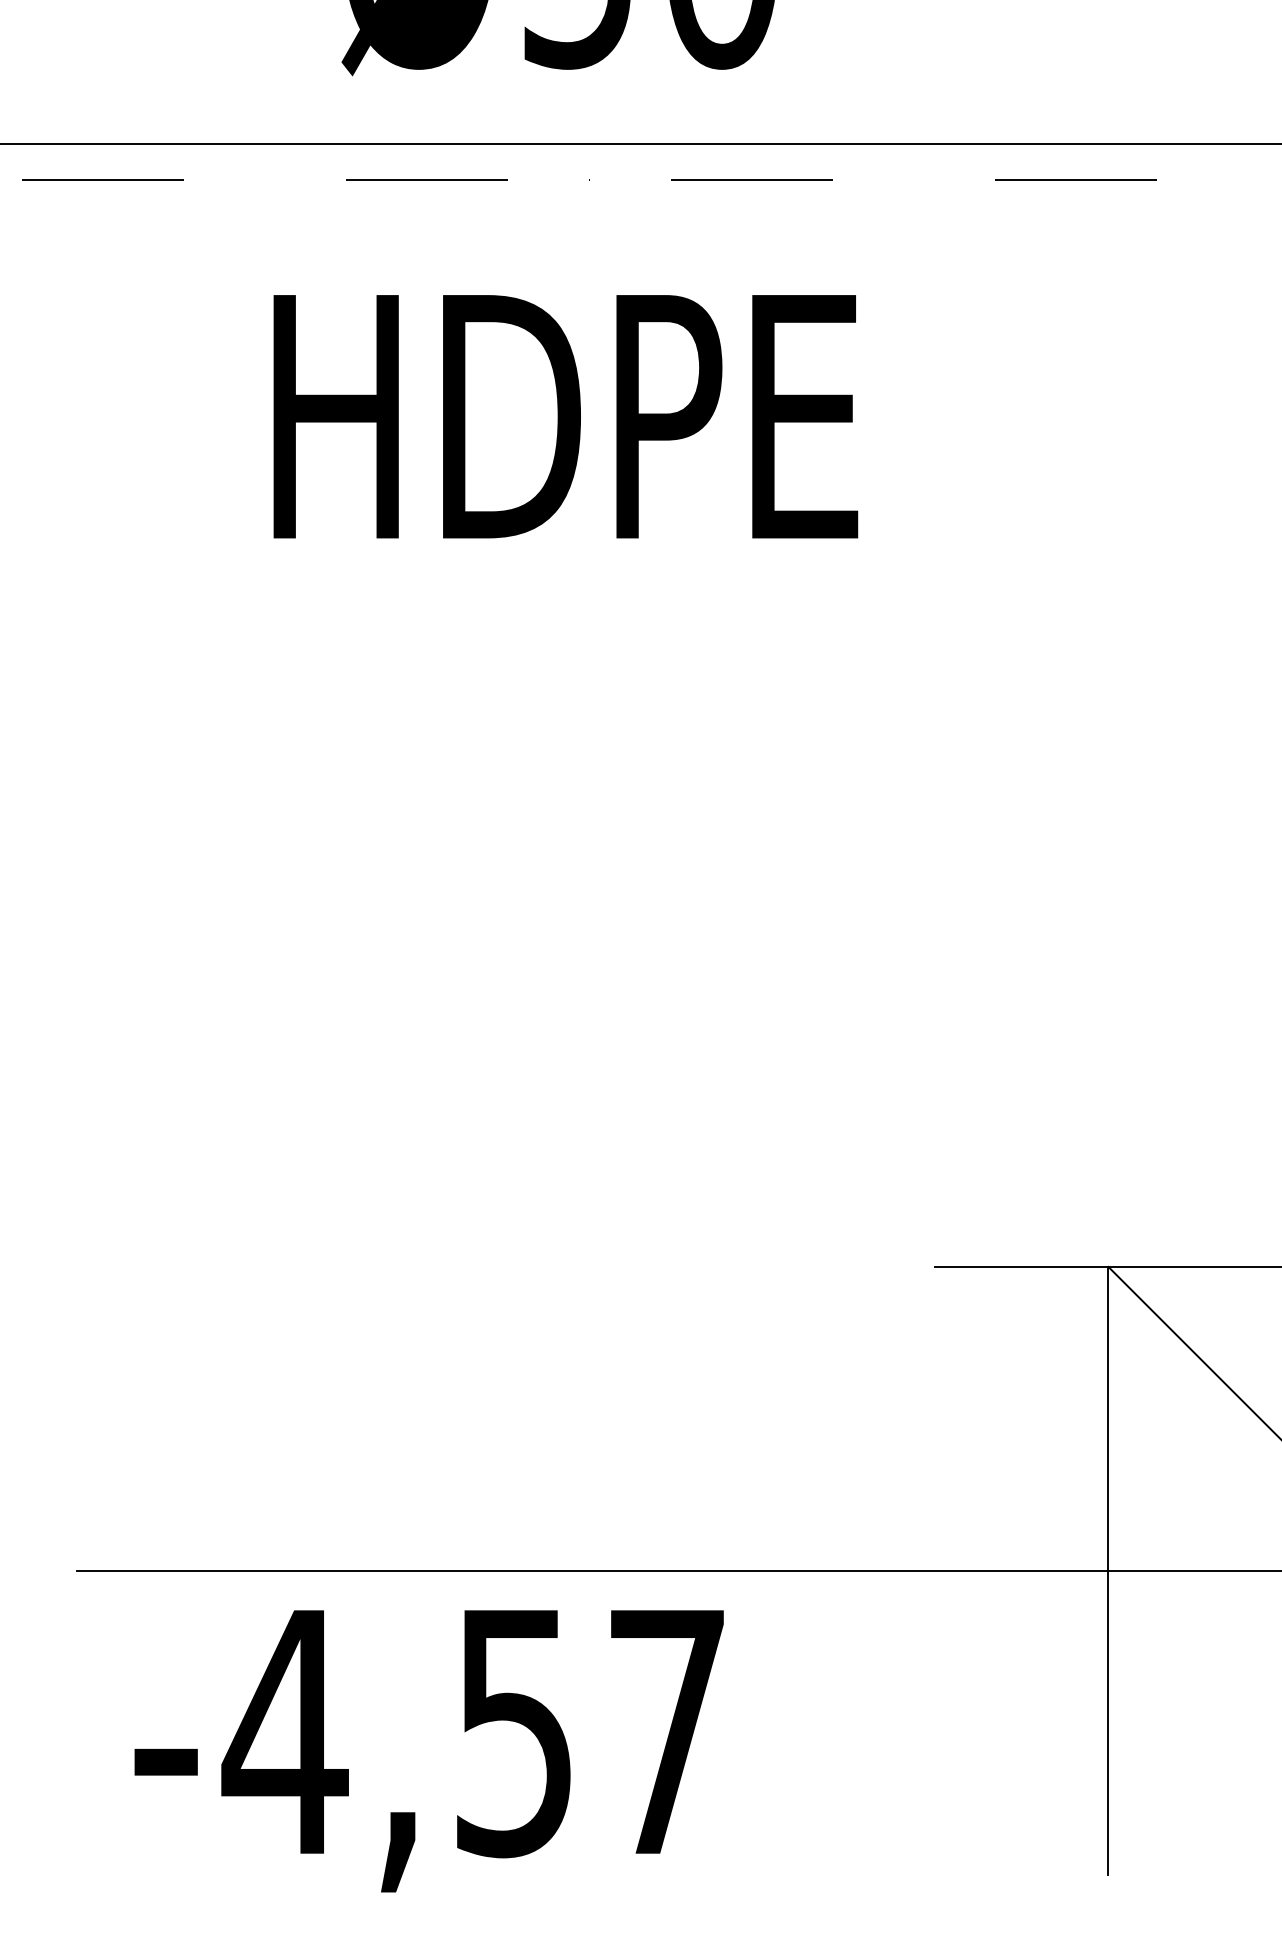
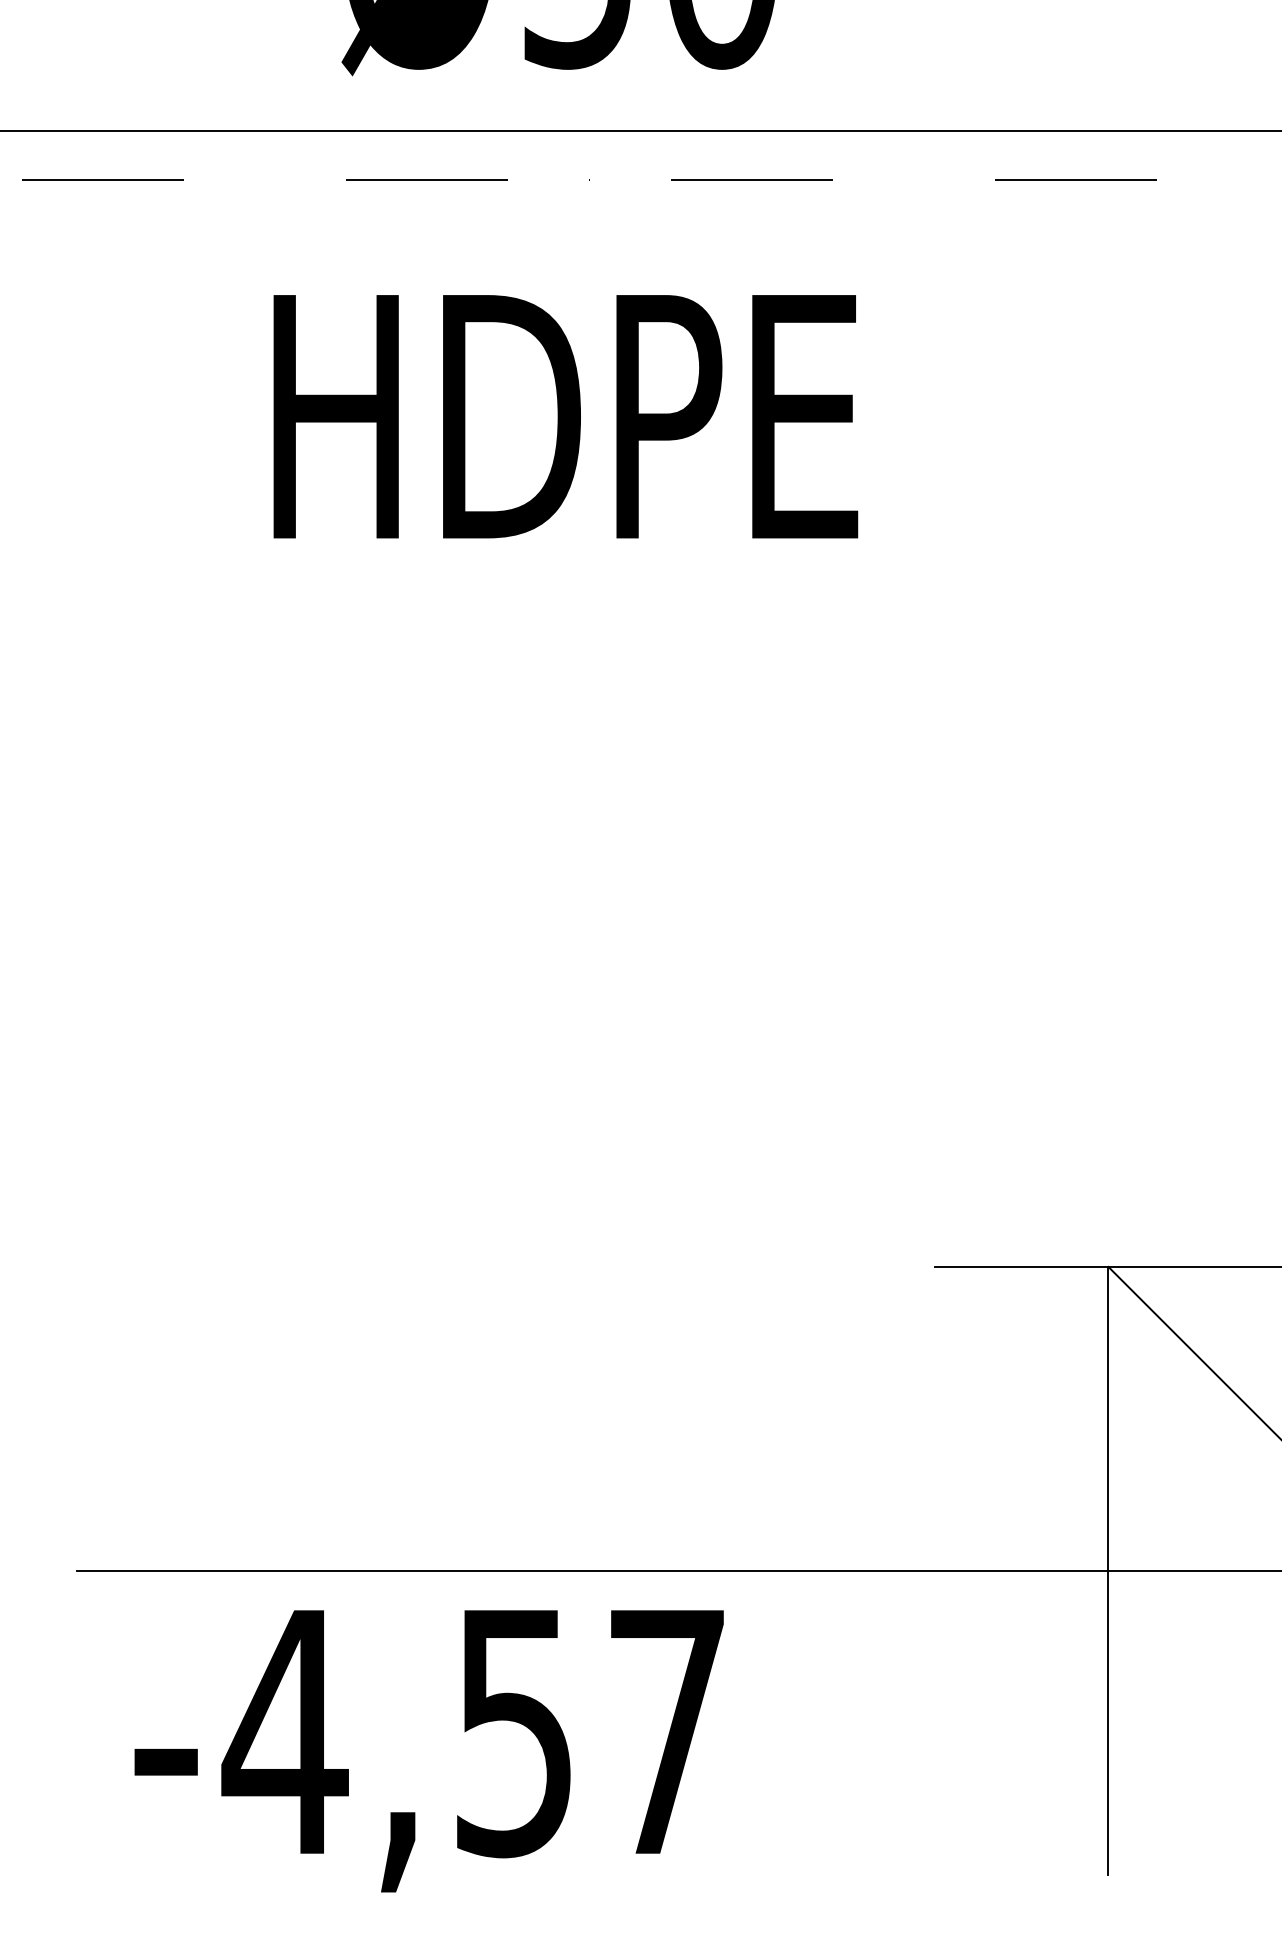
line at (640, 144) position: (640, 144) -> (640, 131)
